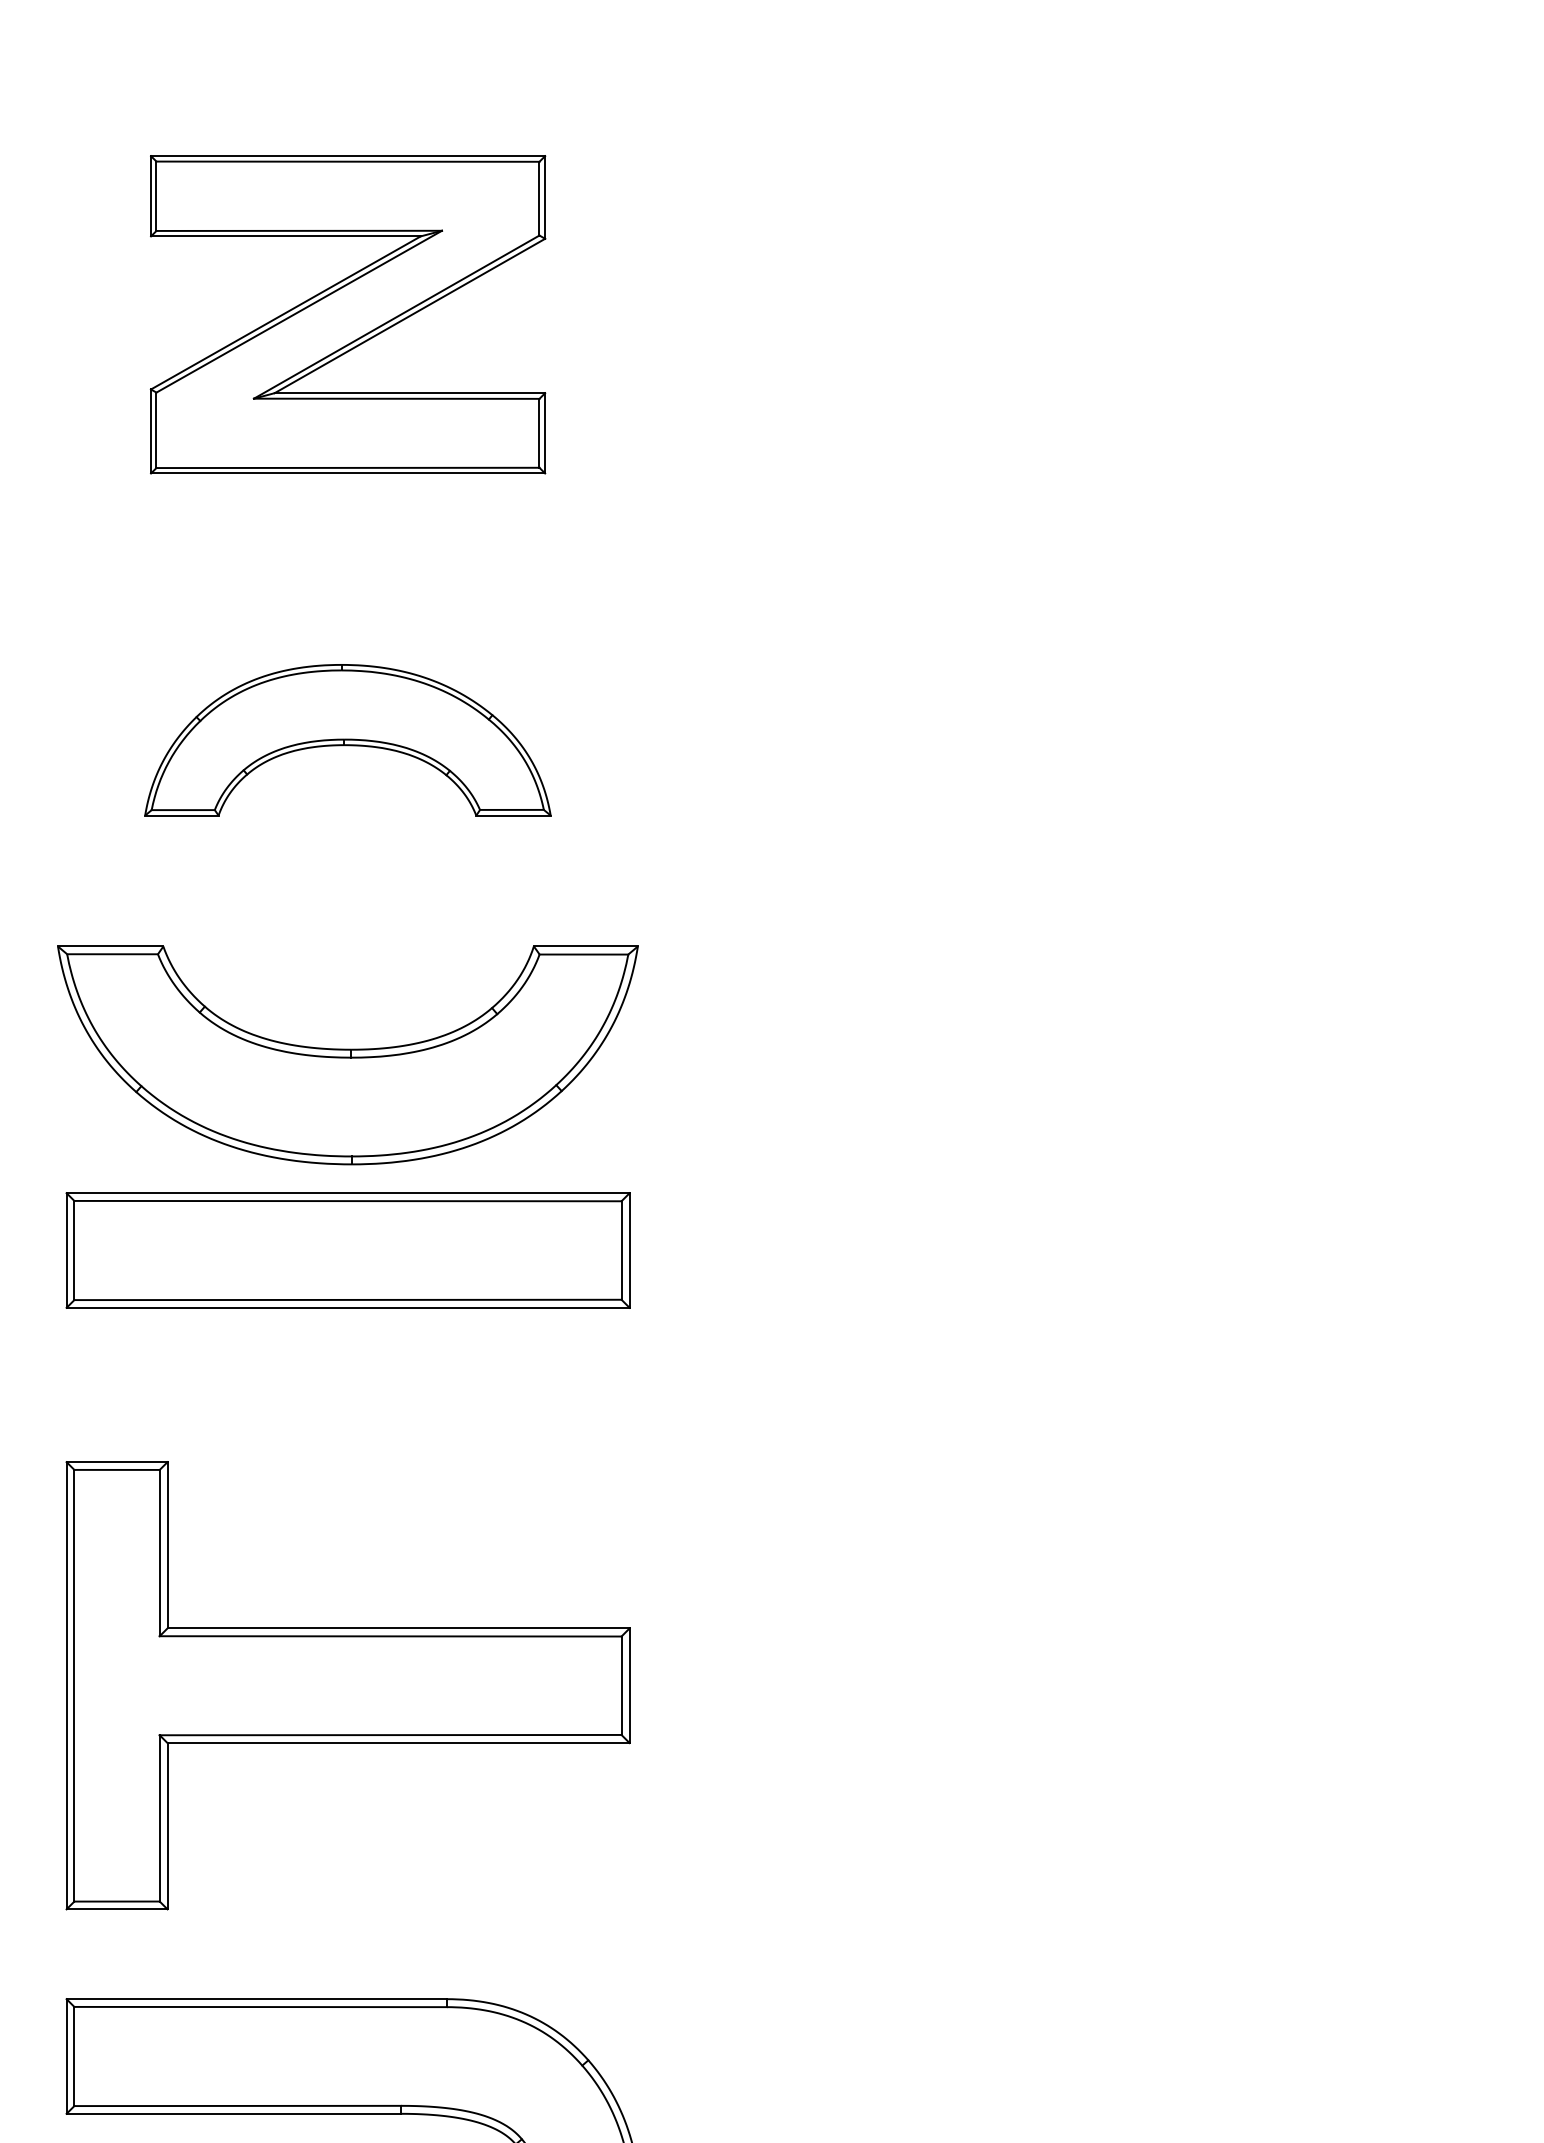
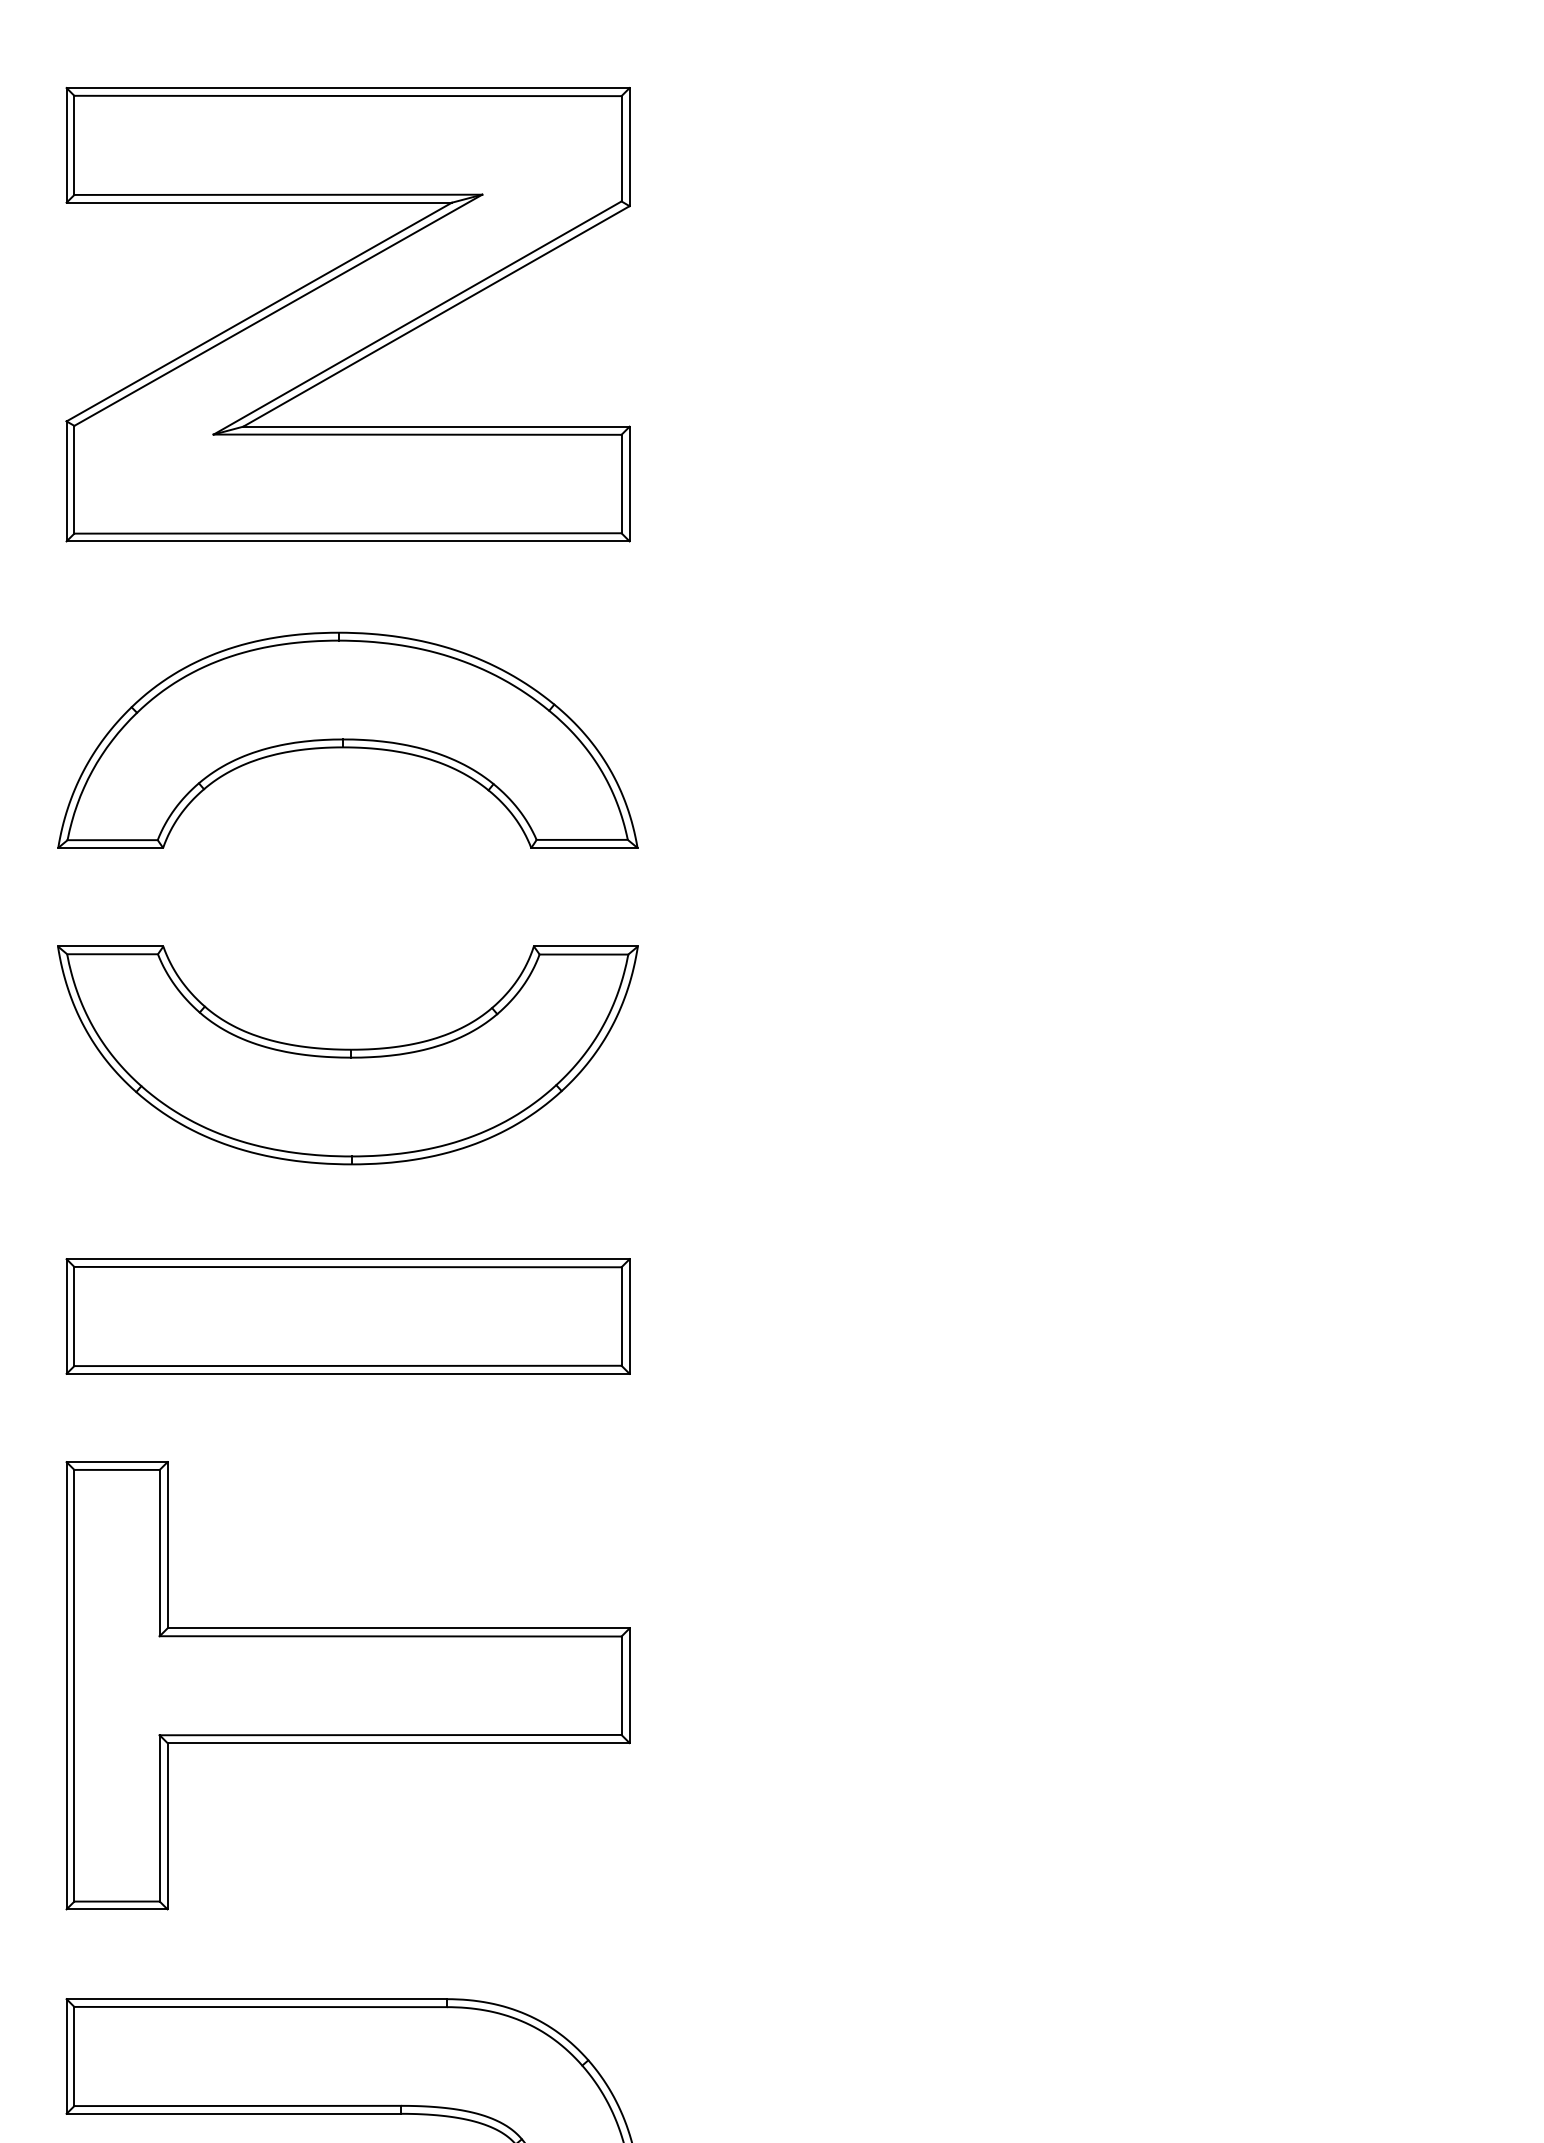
part at (347, 314) size: 398x320 px -> 566x456 px
part at (347, 740) size: 408x153 px -> 582x218 px
part at (347, 1250) position: (347, 1250) -> (347, 1316)
